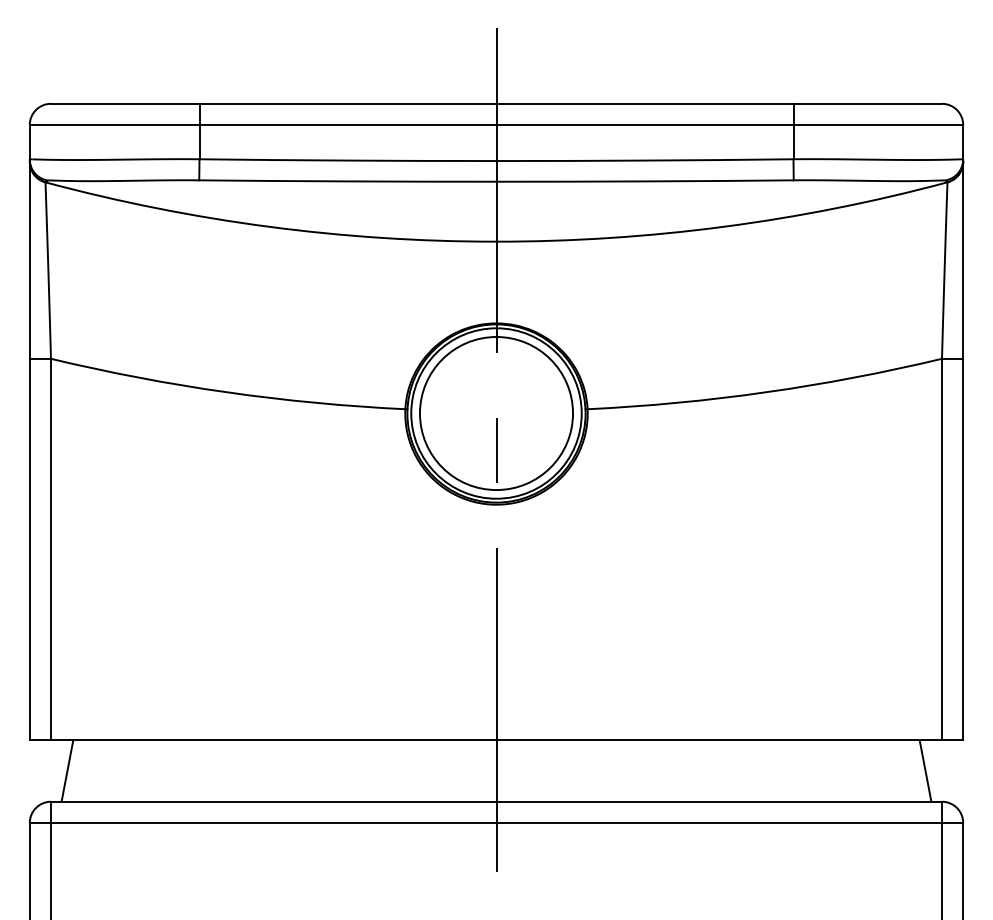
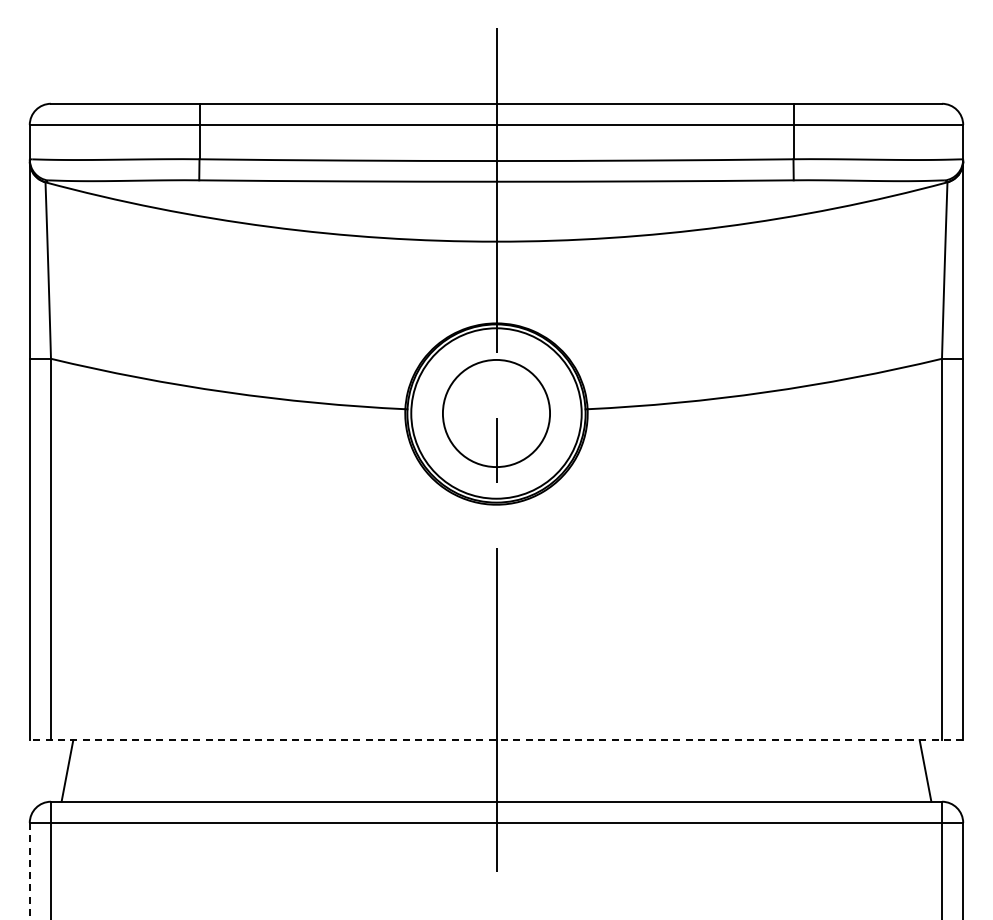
circle at (496, 413) diameter: 153 px -> 107 px
line at (496, 740): solid -> dashed
line at (29, 871): solid -> dashed
